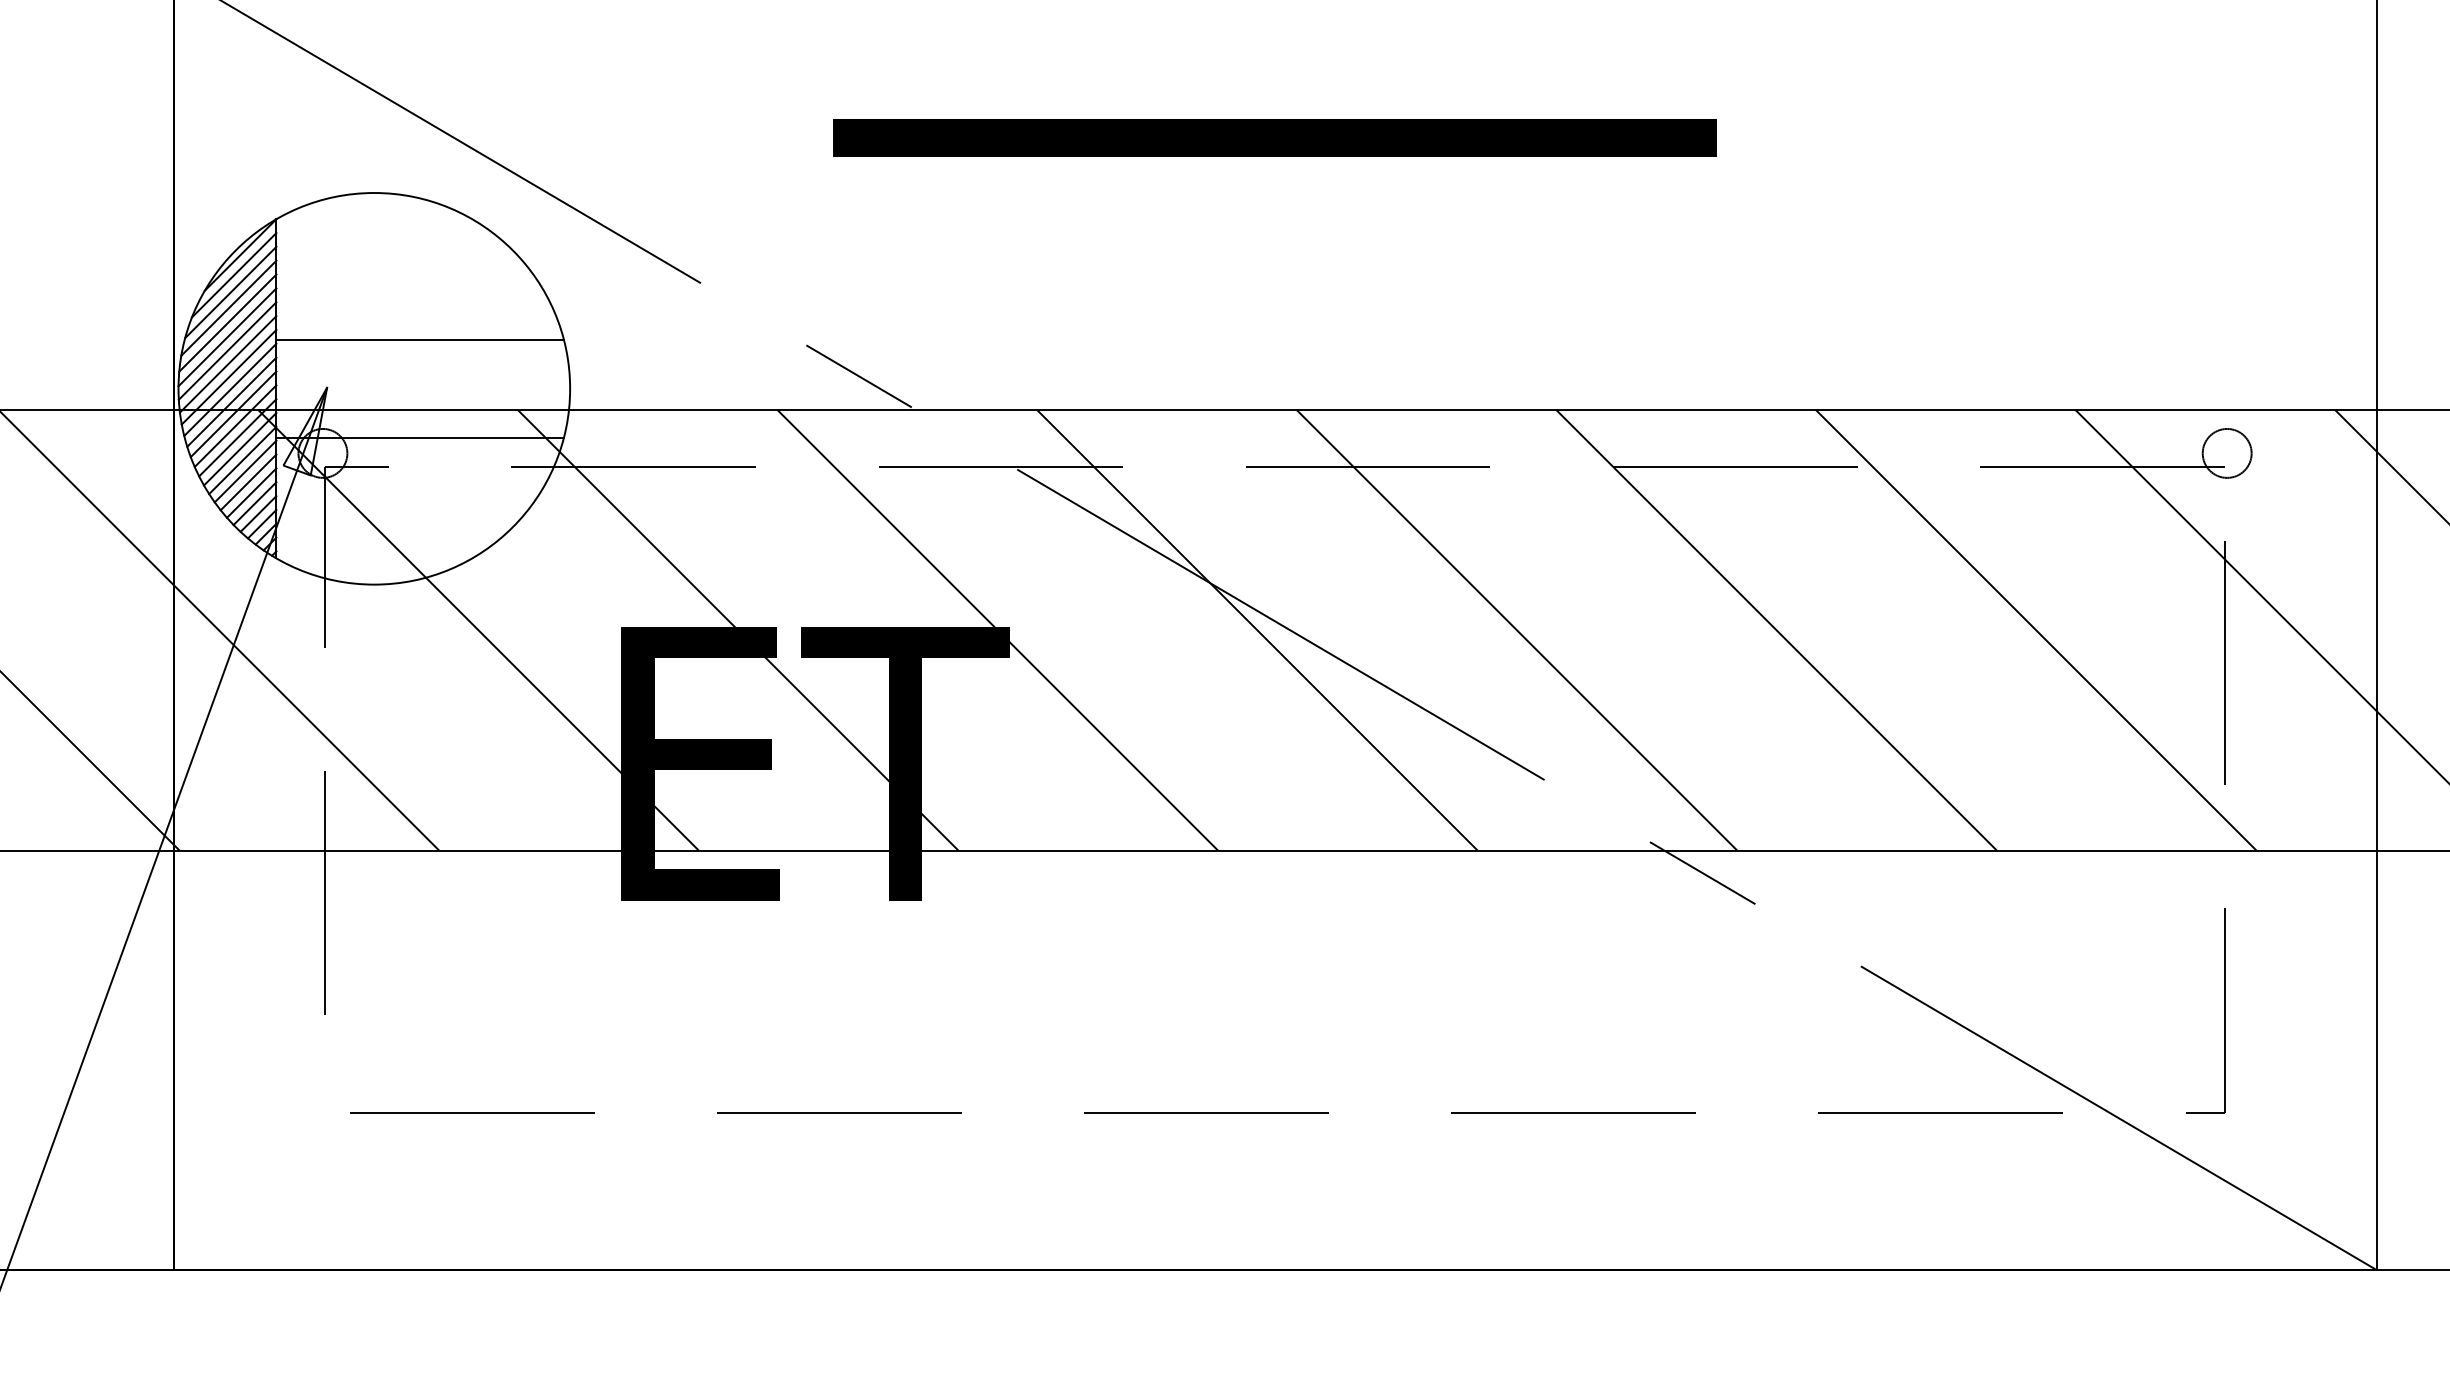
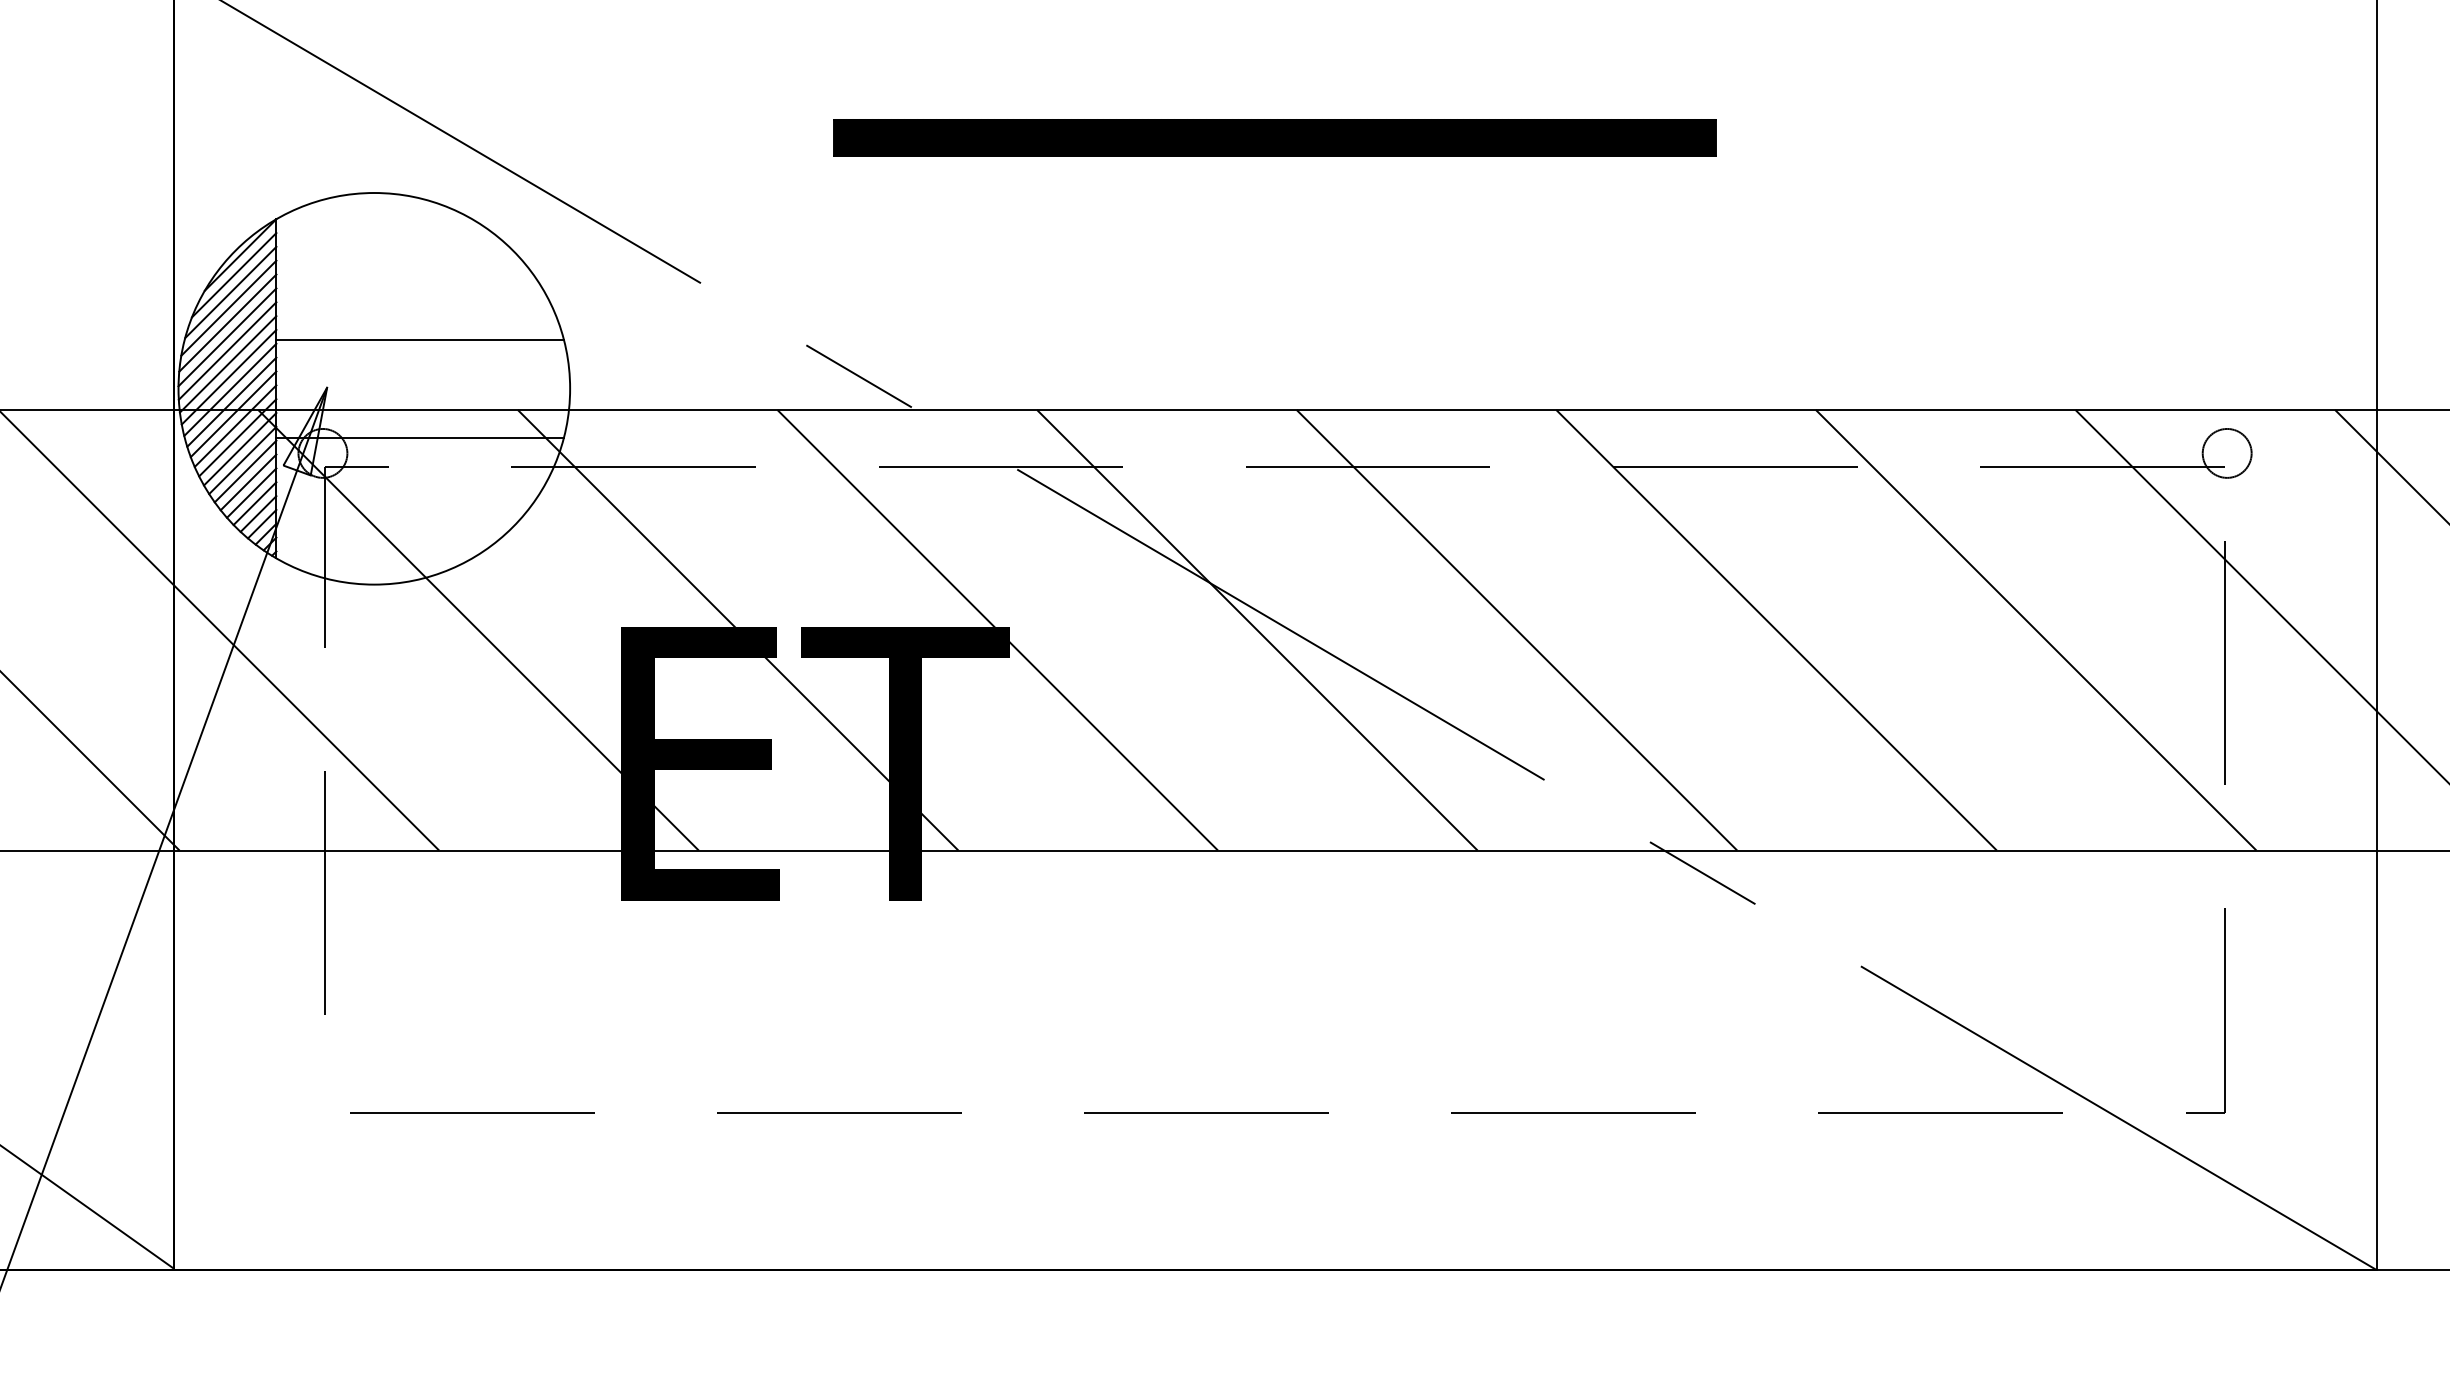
line at (87, 1207): none -> present
